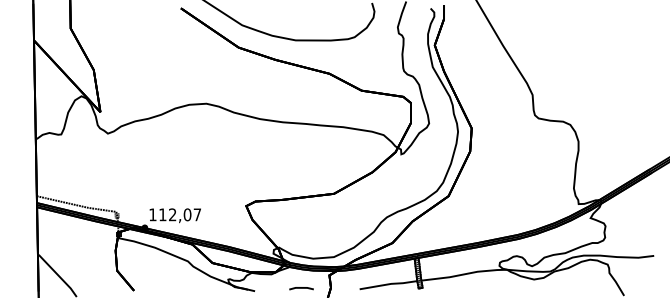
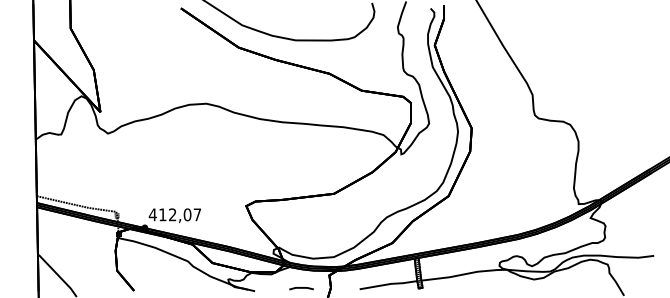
text at (152, 214): 112,07 -> 412,07
